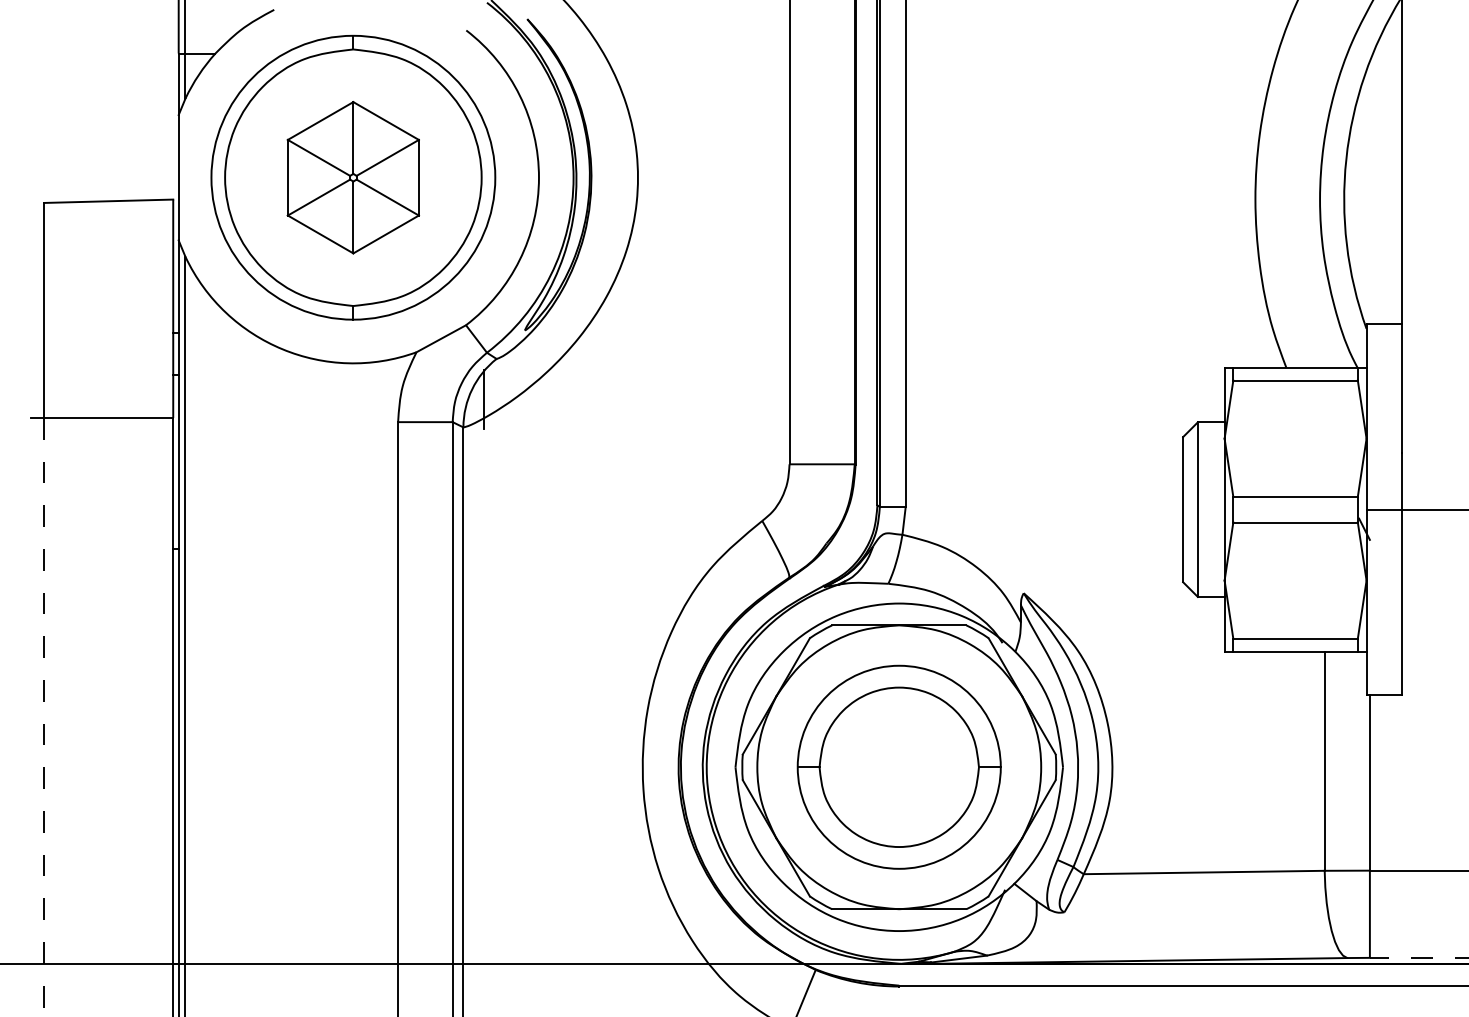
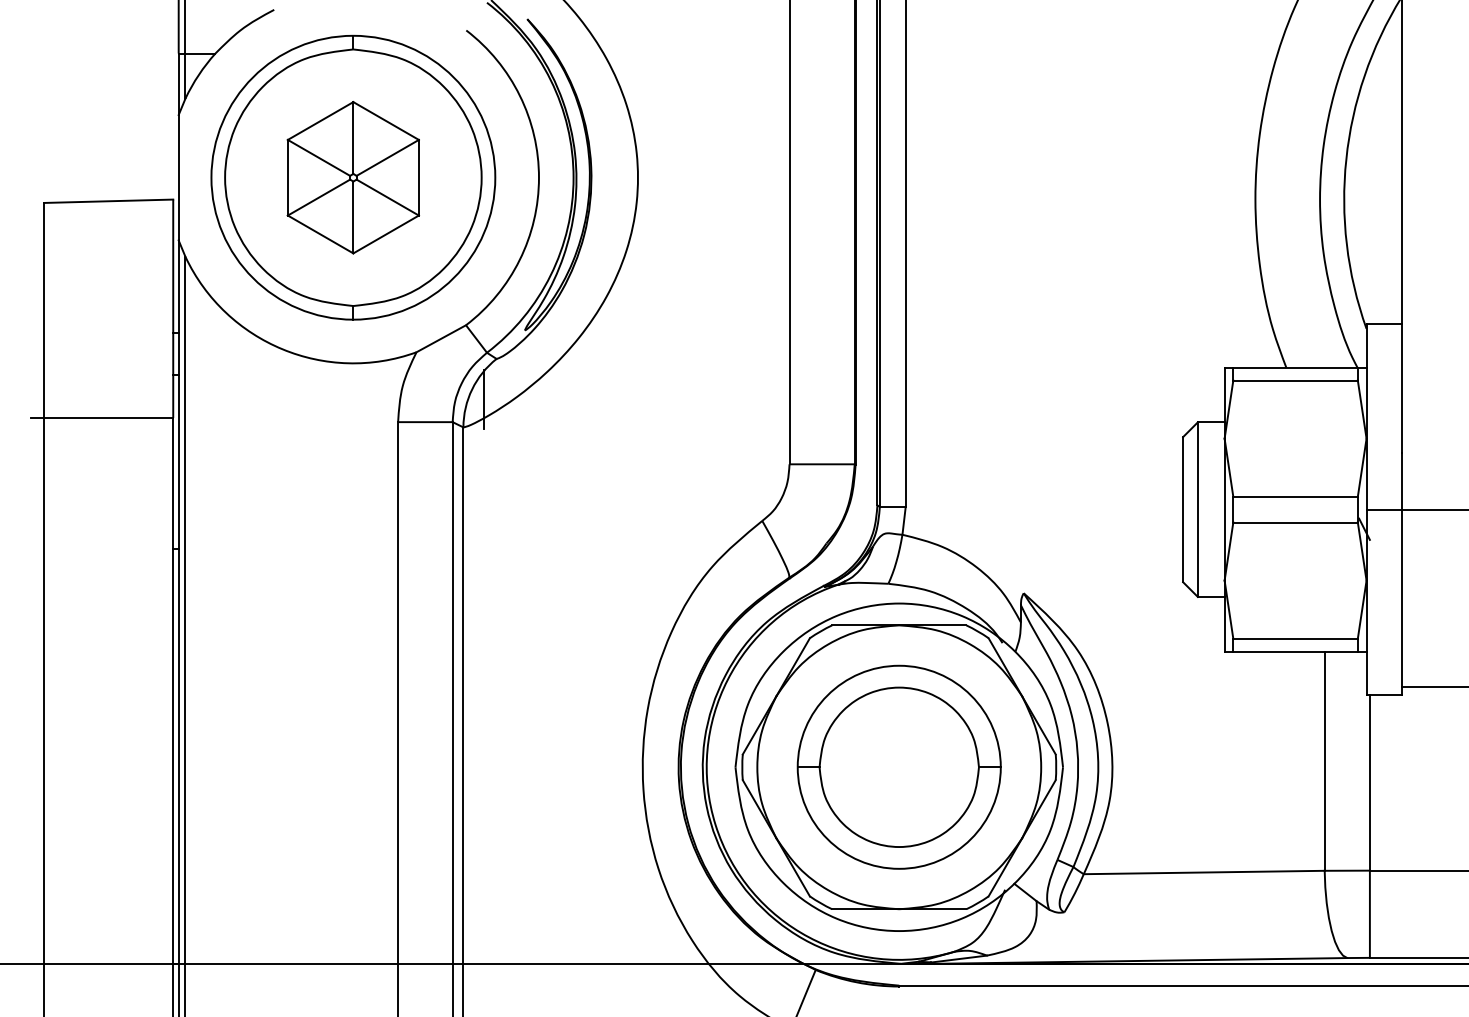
line at (1433, 686): none -> present
line at (44, 717): dashed -> solid
line at (1418, 957): dashed -> solid
